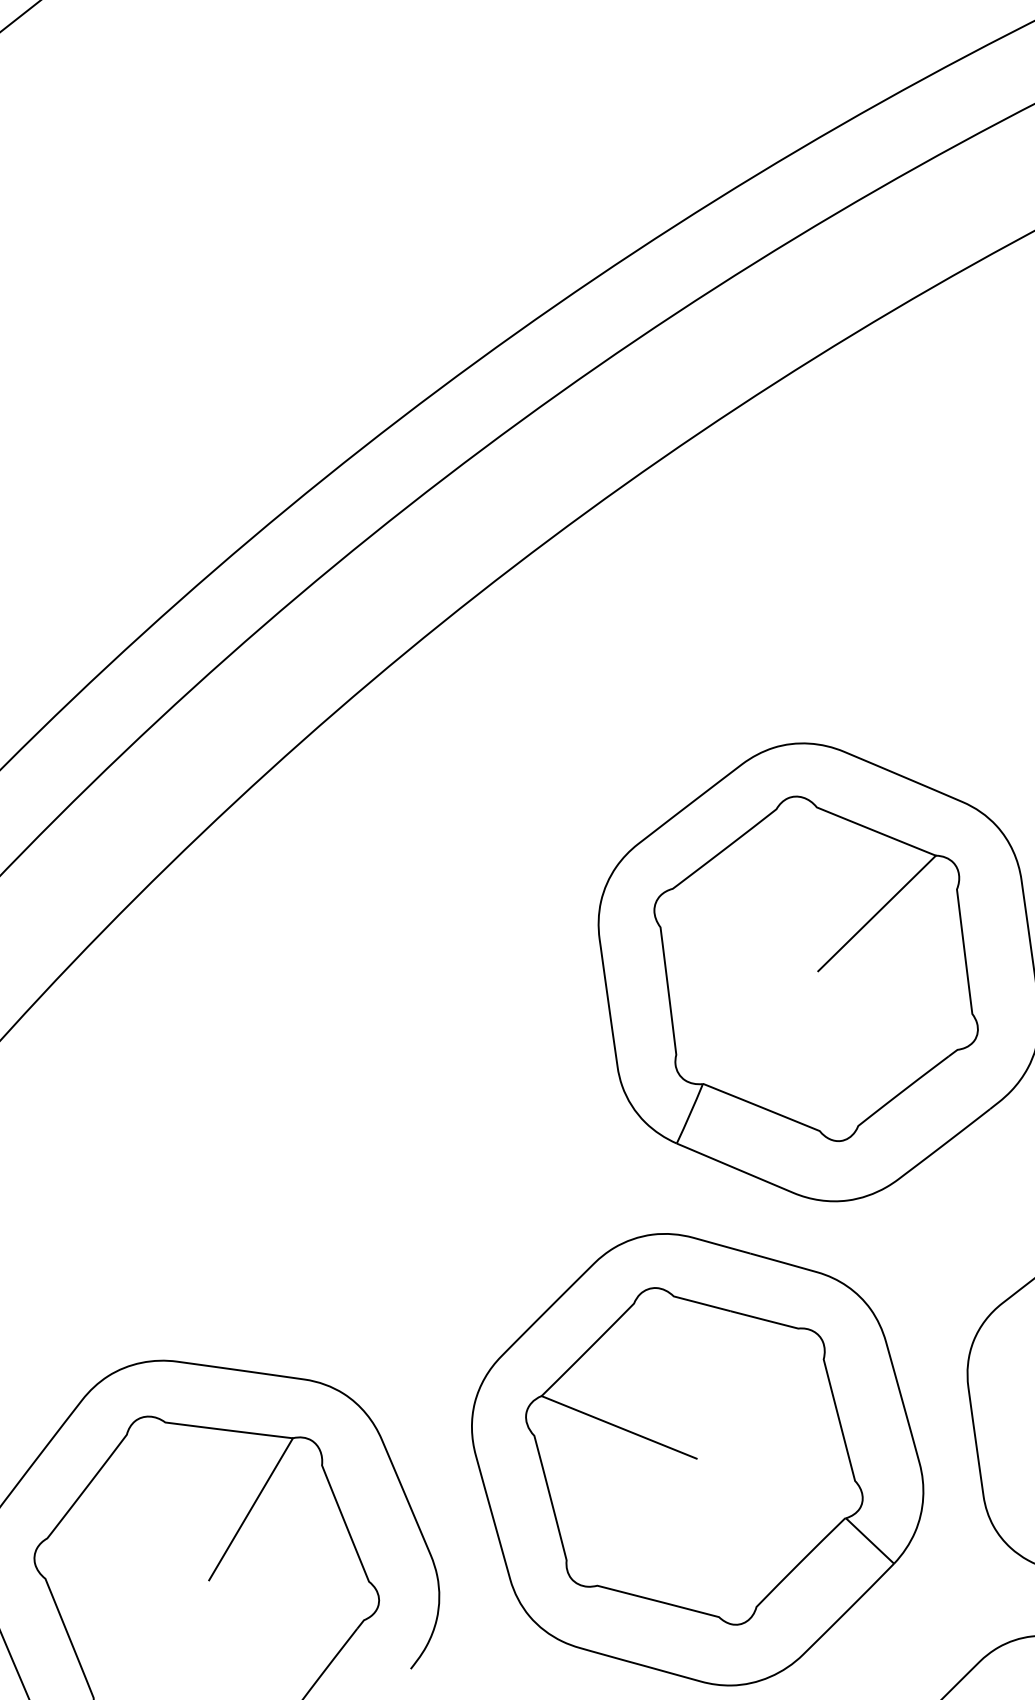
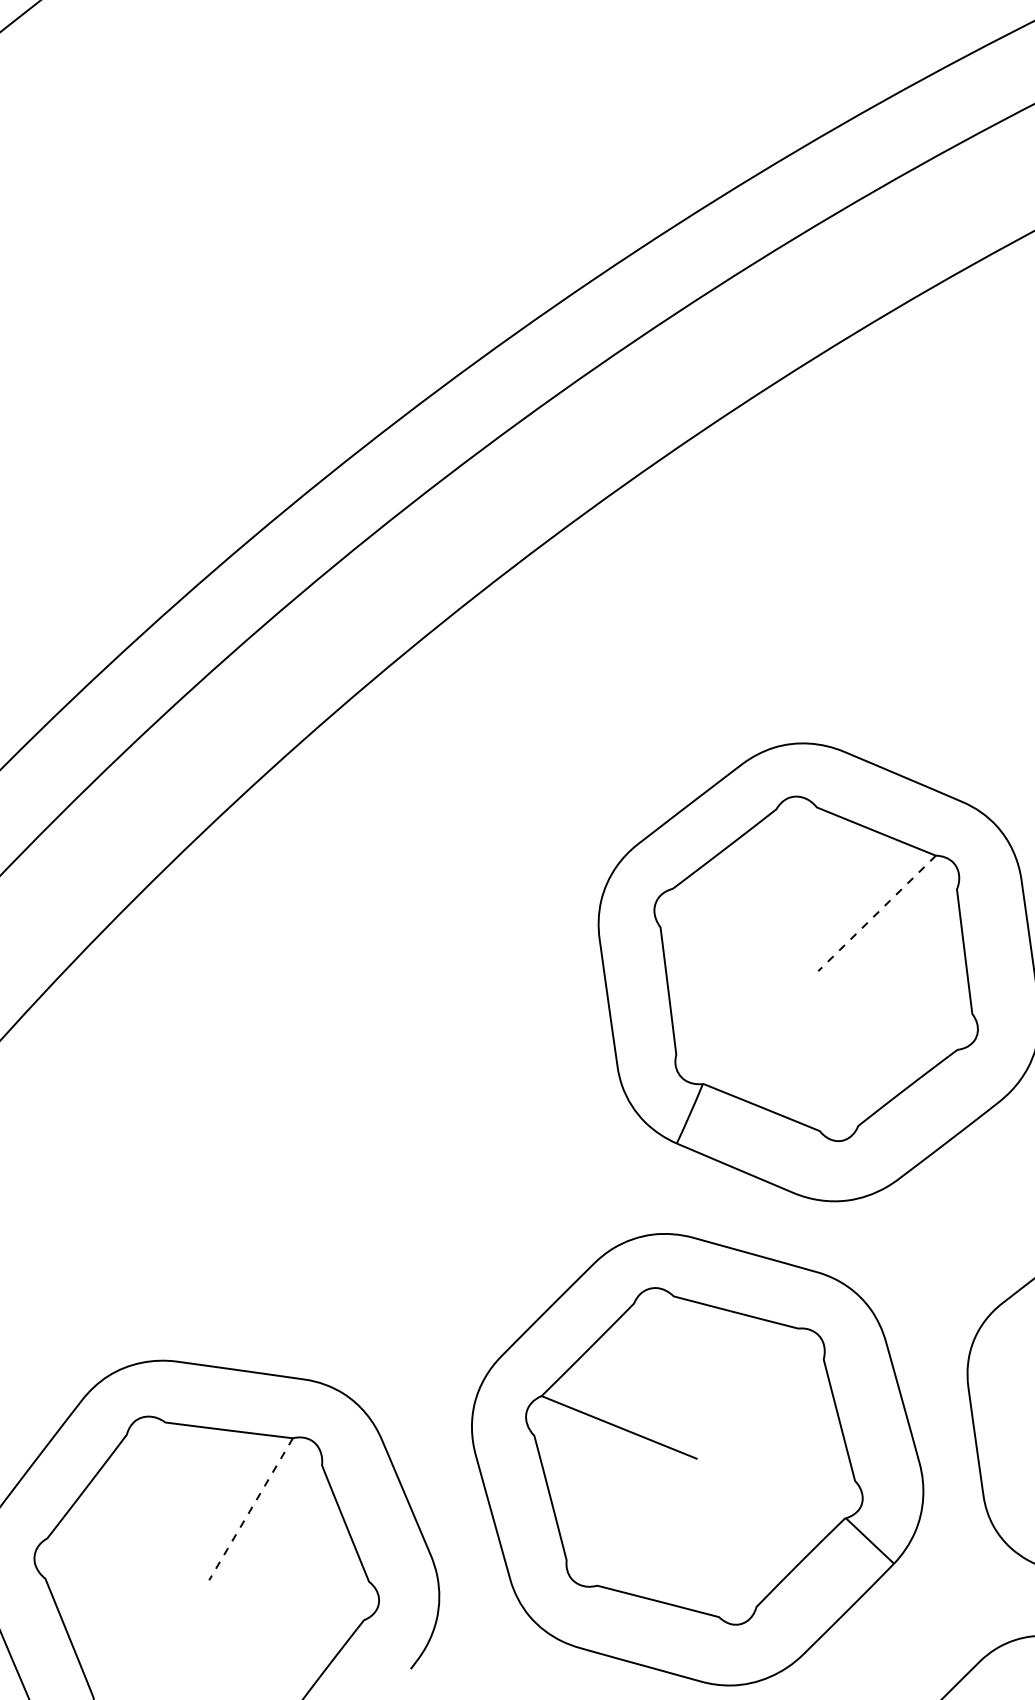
line at (876, 913): solid -> dashed
line at (250, 1509): solid -> dashed
